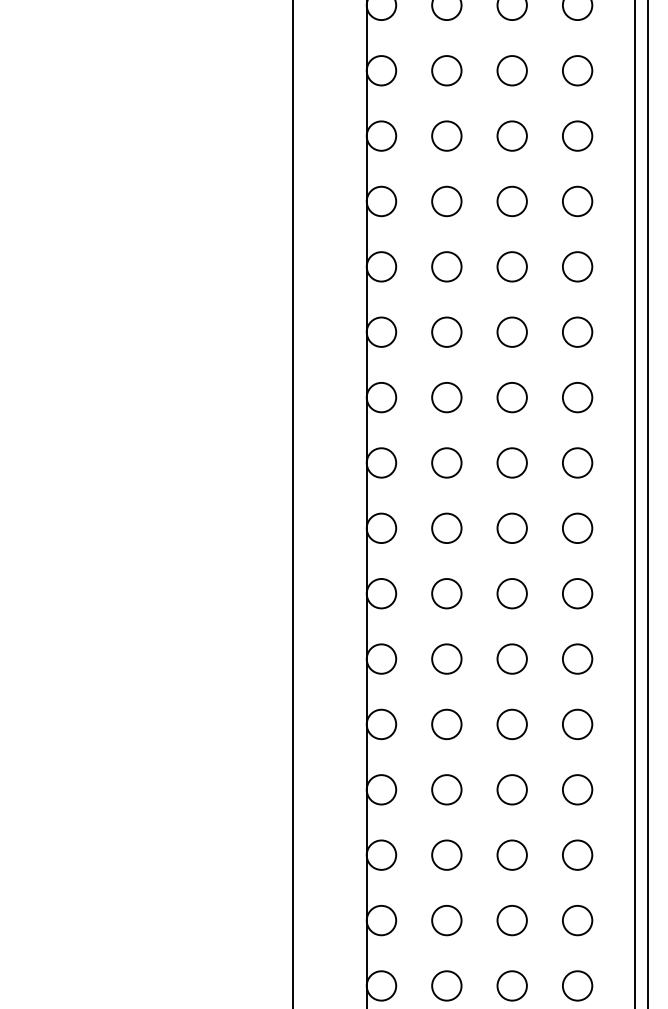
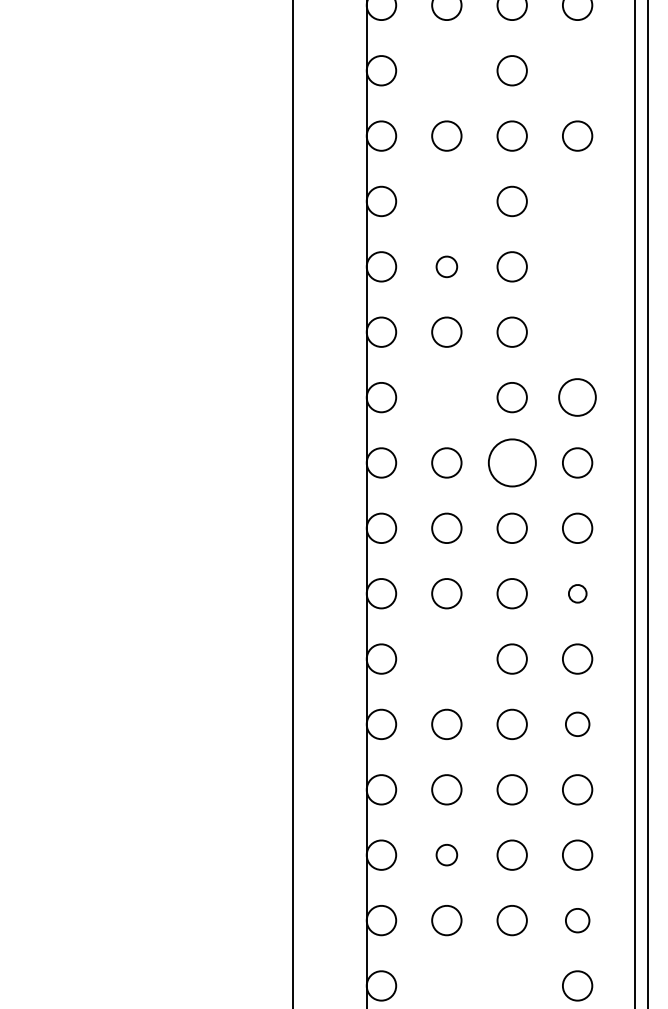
part at (446, 70): present -> none
part at (577, 70): present -> none
part at (446, 201): present -> none
part at (577, 201): present -> none
part at (446, 266) size: 32x32 px -> 24x24 px
part at (577, 266): present -> none
part at (577, 331): present -> none
part at (446, 397): present -> none
part at (577, 397) size: 32x32 px -> 39x39 px
part at (511, 462) size: 32x32 px -> 49x50 px
part at (577, 593) size: 32x32 px -> 20x20 px
part at (446, 658): present -> none
part at (577, 723) size: 32x32 px -> 26x26 px
part at (446, 854) size: 32x32 px -> 24x23 px
part at (577, 920) size: 32x32 px -> 26x26 px
part at (446, 985): present -> none
part at (511, 985): present -> none
